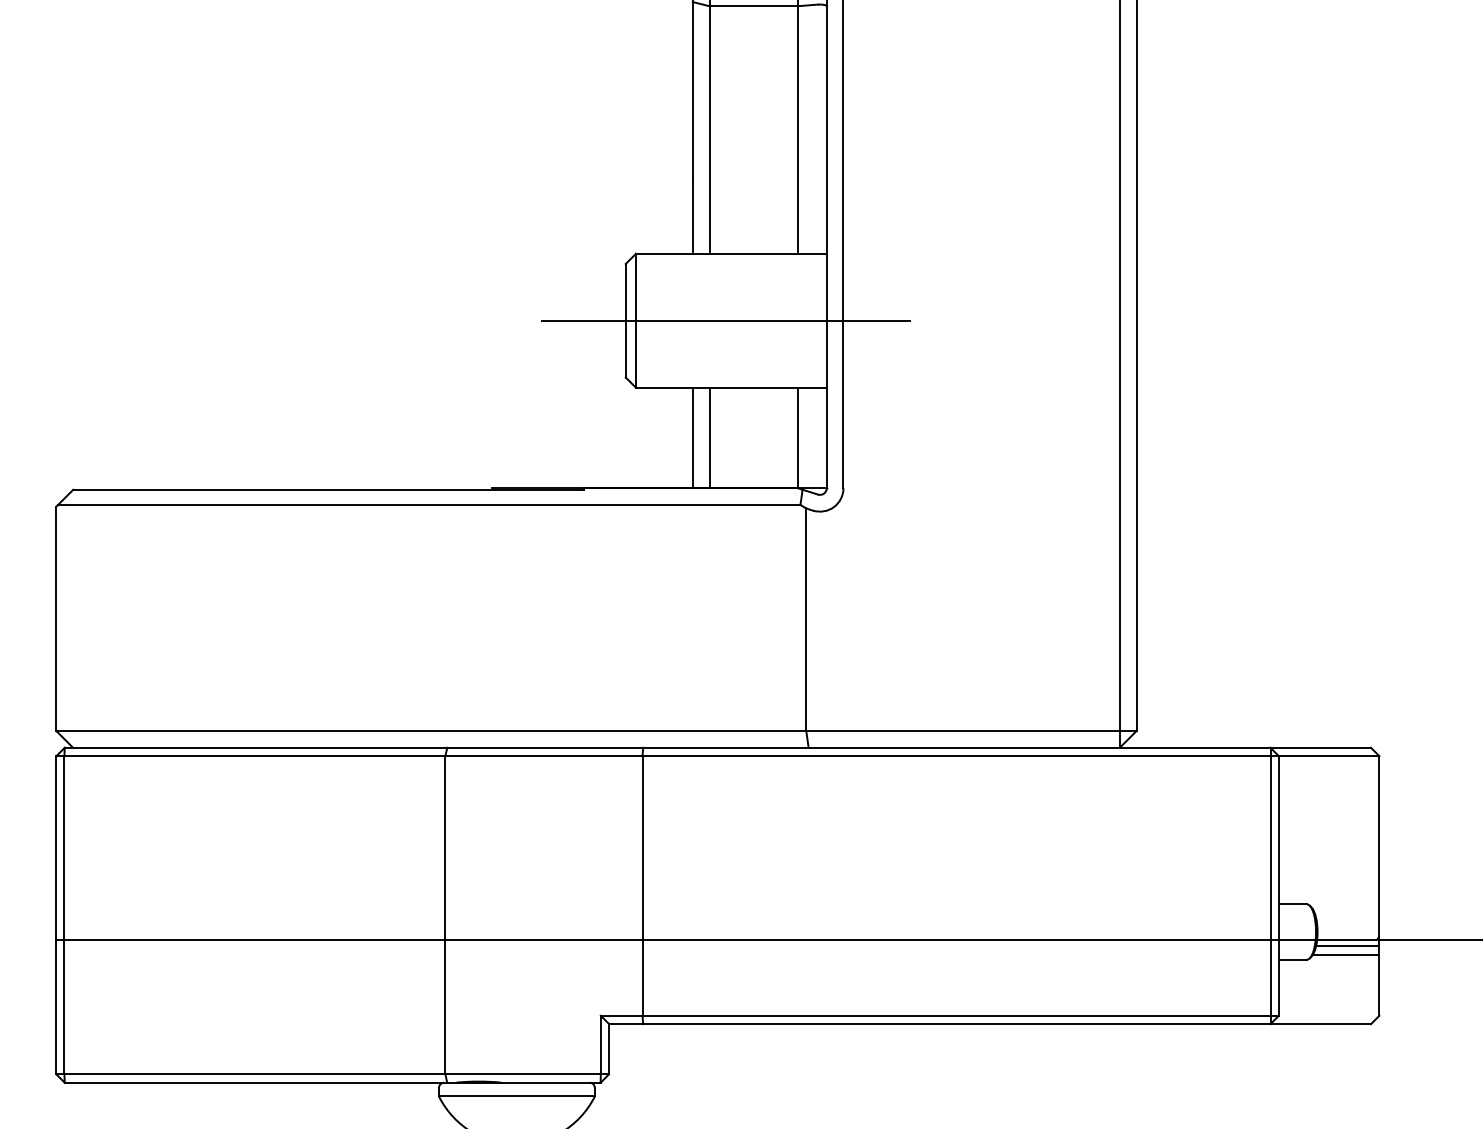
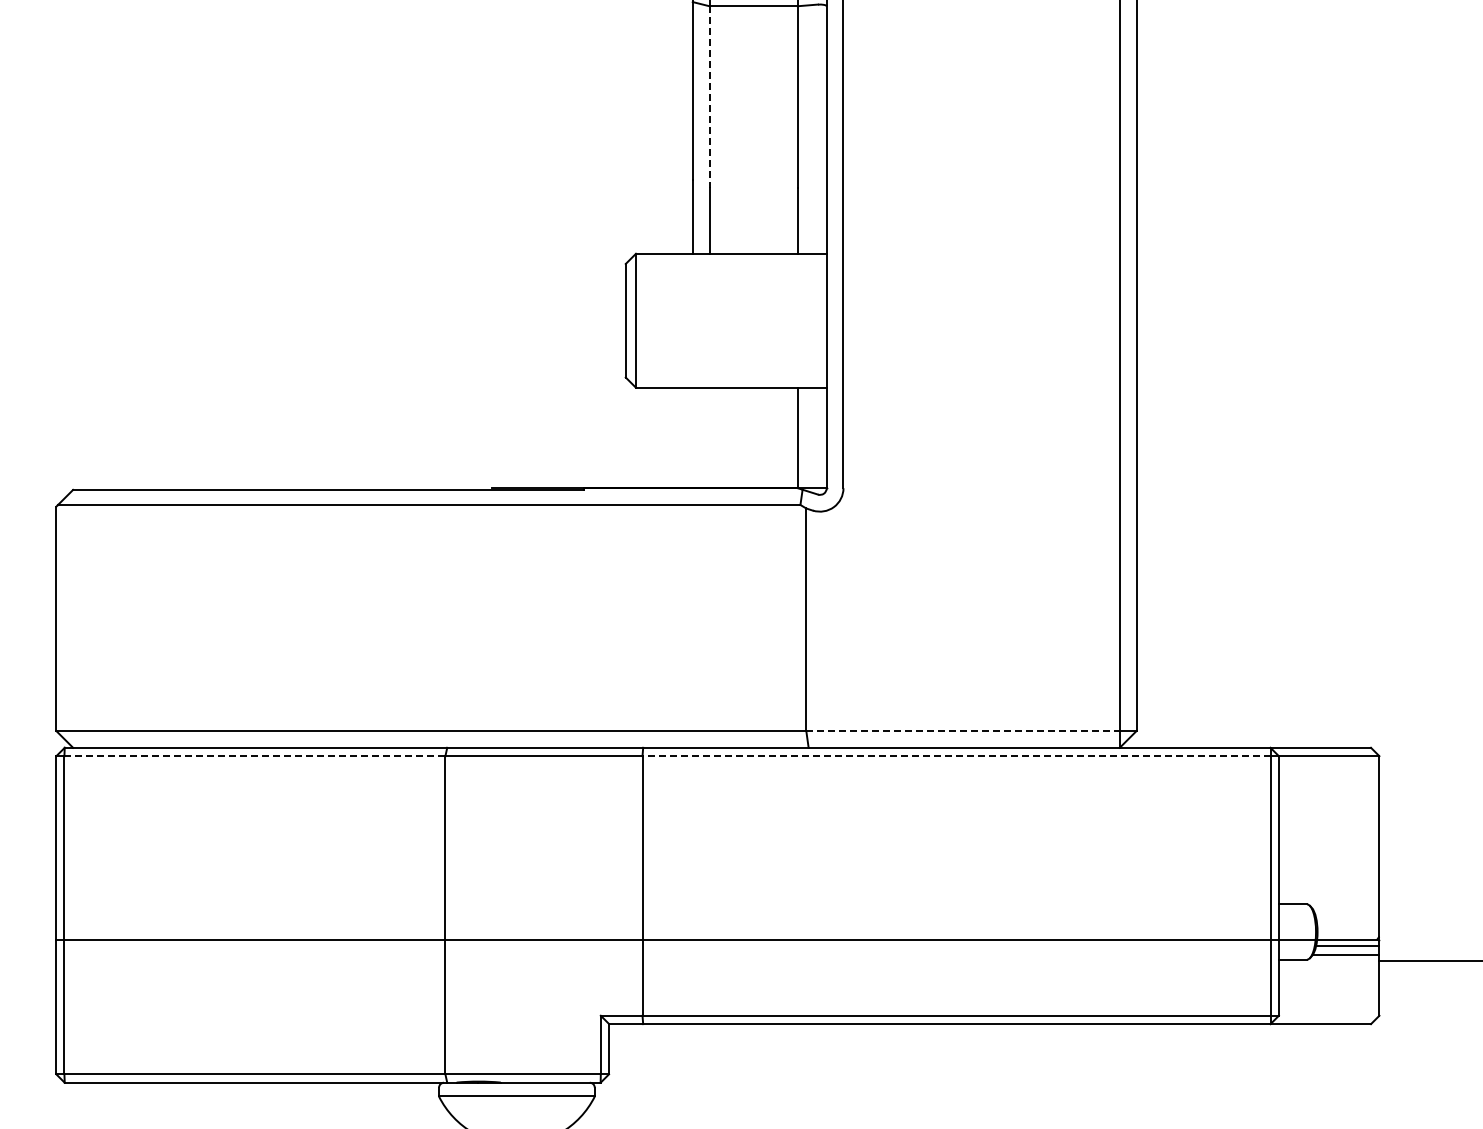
line at (709, 97): solid -> dashed
line at (726, 320): present -> none
line at (692, 437): present -> none
line at (709, 437): present -> none
line at (963, 731): solid -> dashed
line at (254, 756): solid -> dashed
line at (956, 756): solid -> dashed
line at (1429, 940) position: (1429, 940) -> (1429, 961)
